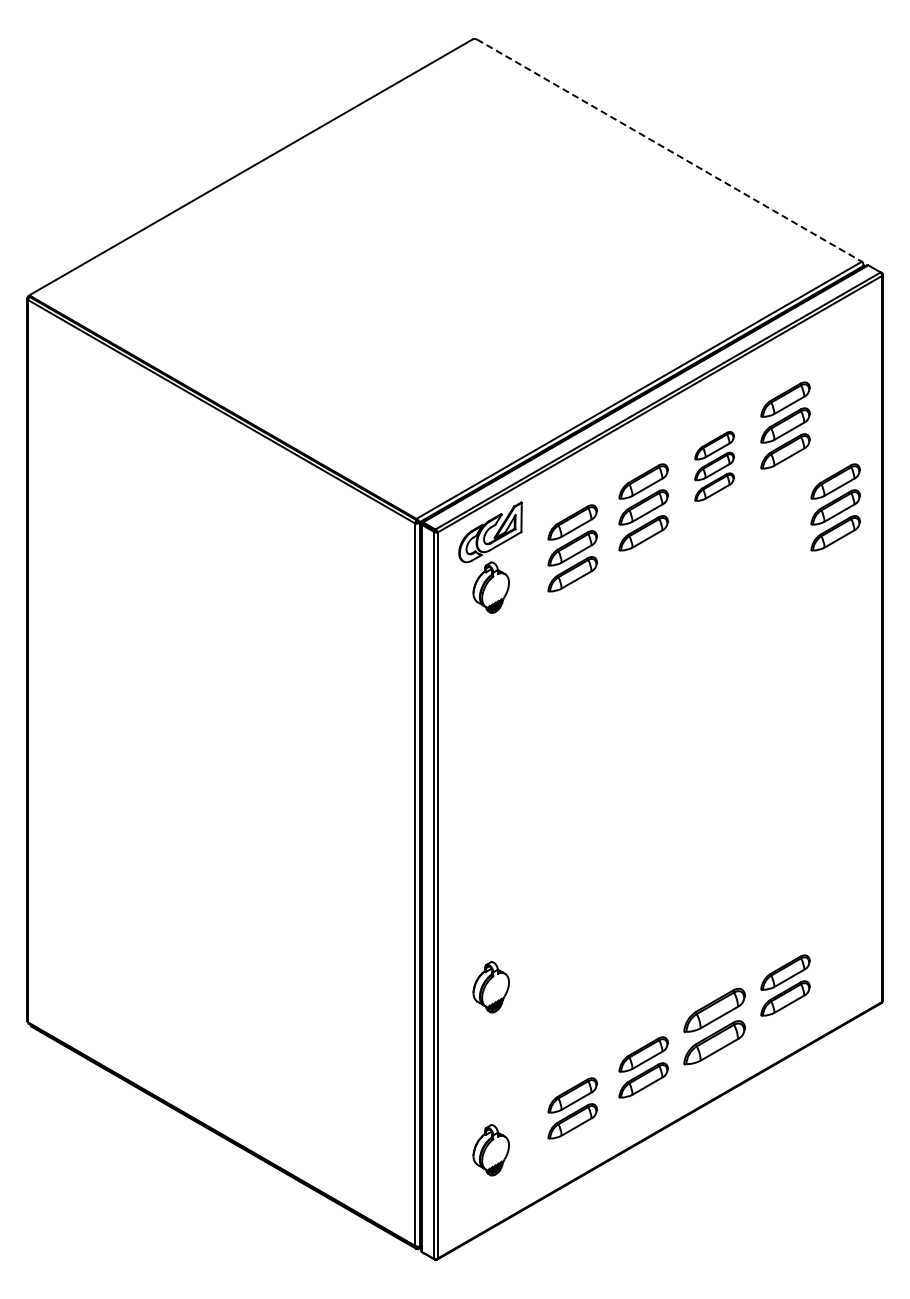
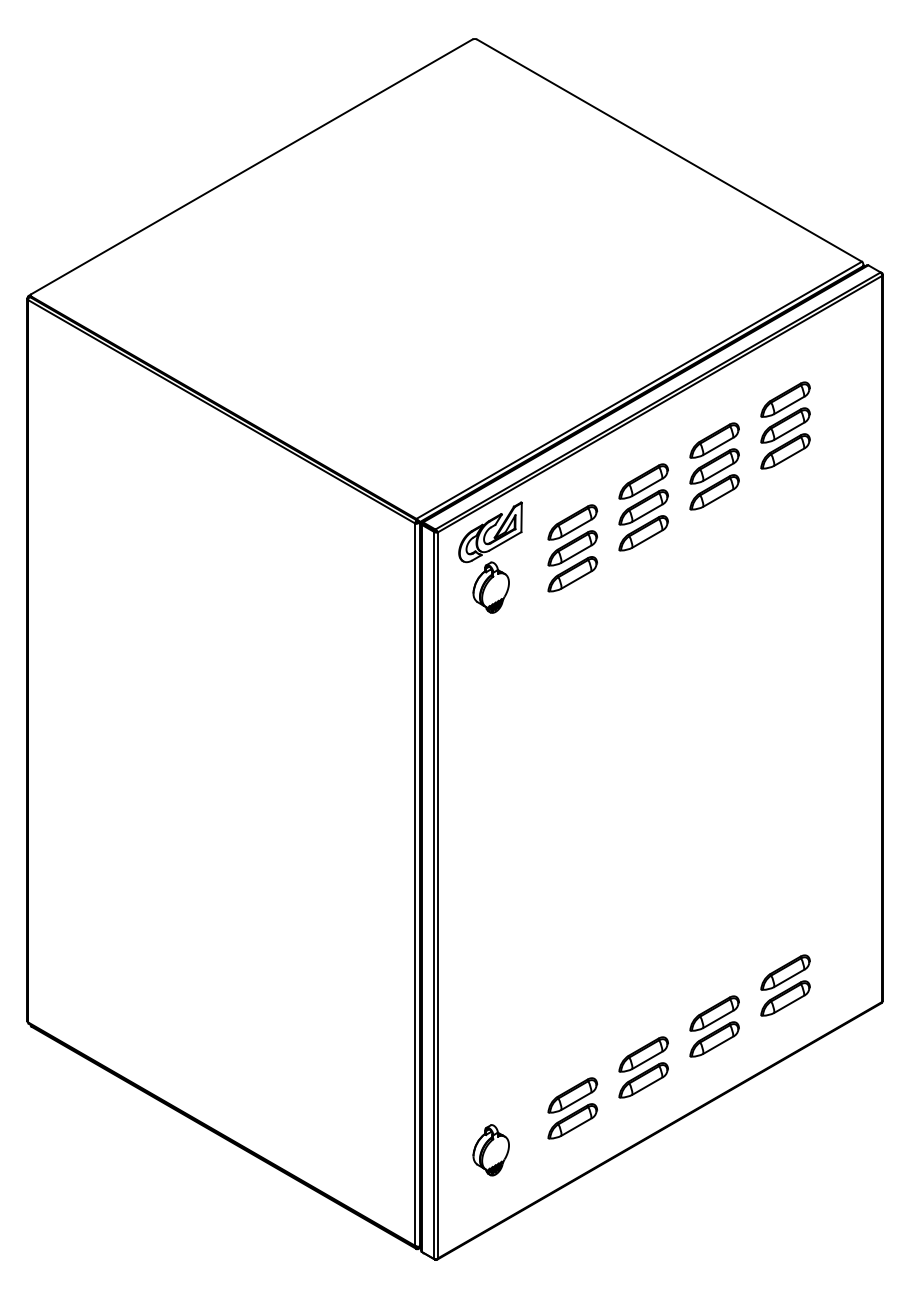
line at (669, 150): dashed -> solid
part at (714, 466) size: 41x71 px -> 51x89 px
part at (835, 507): present -> none
part at (490, 987): present -> none
part at (714, 1026) size: 64x79 px -> 51x63 px
